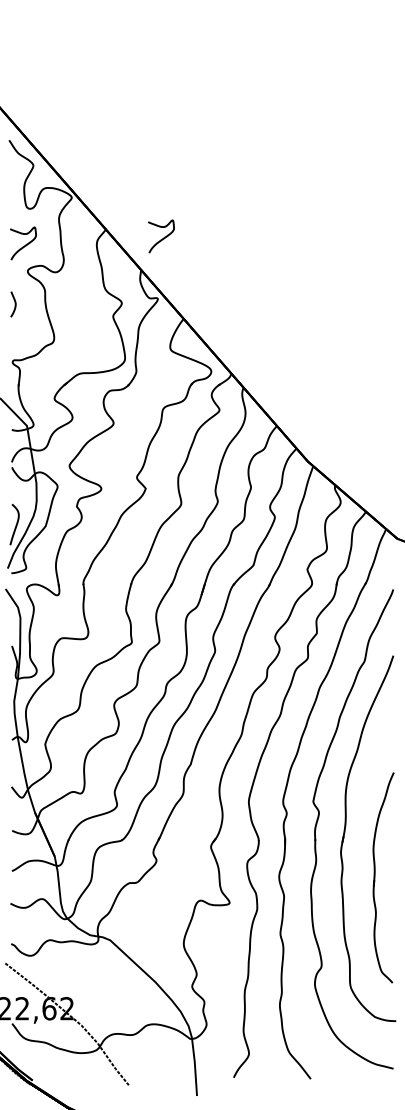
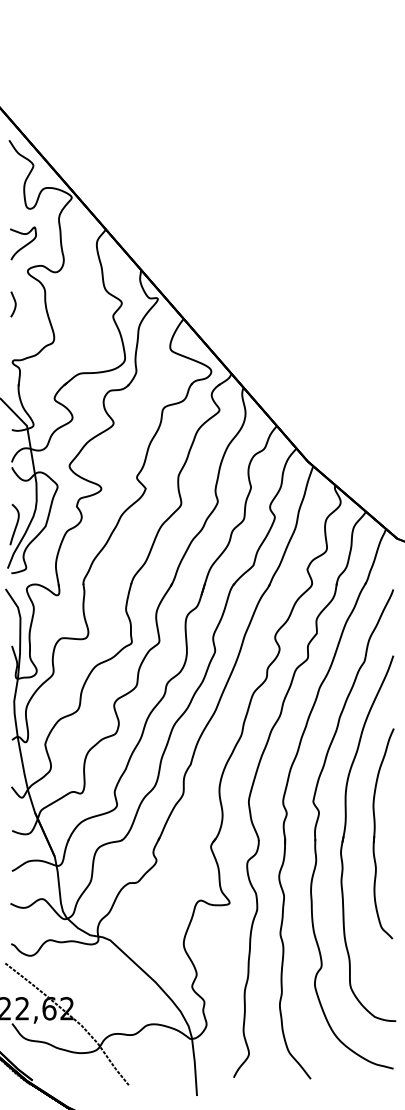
curve at (163, 237): present -> none
part at (375, 877) position: (375, 877) -> (375, 833)
